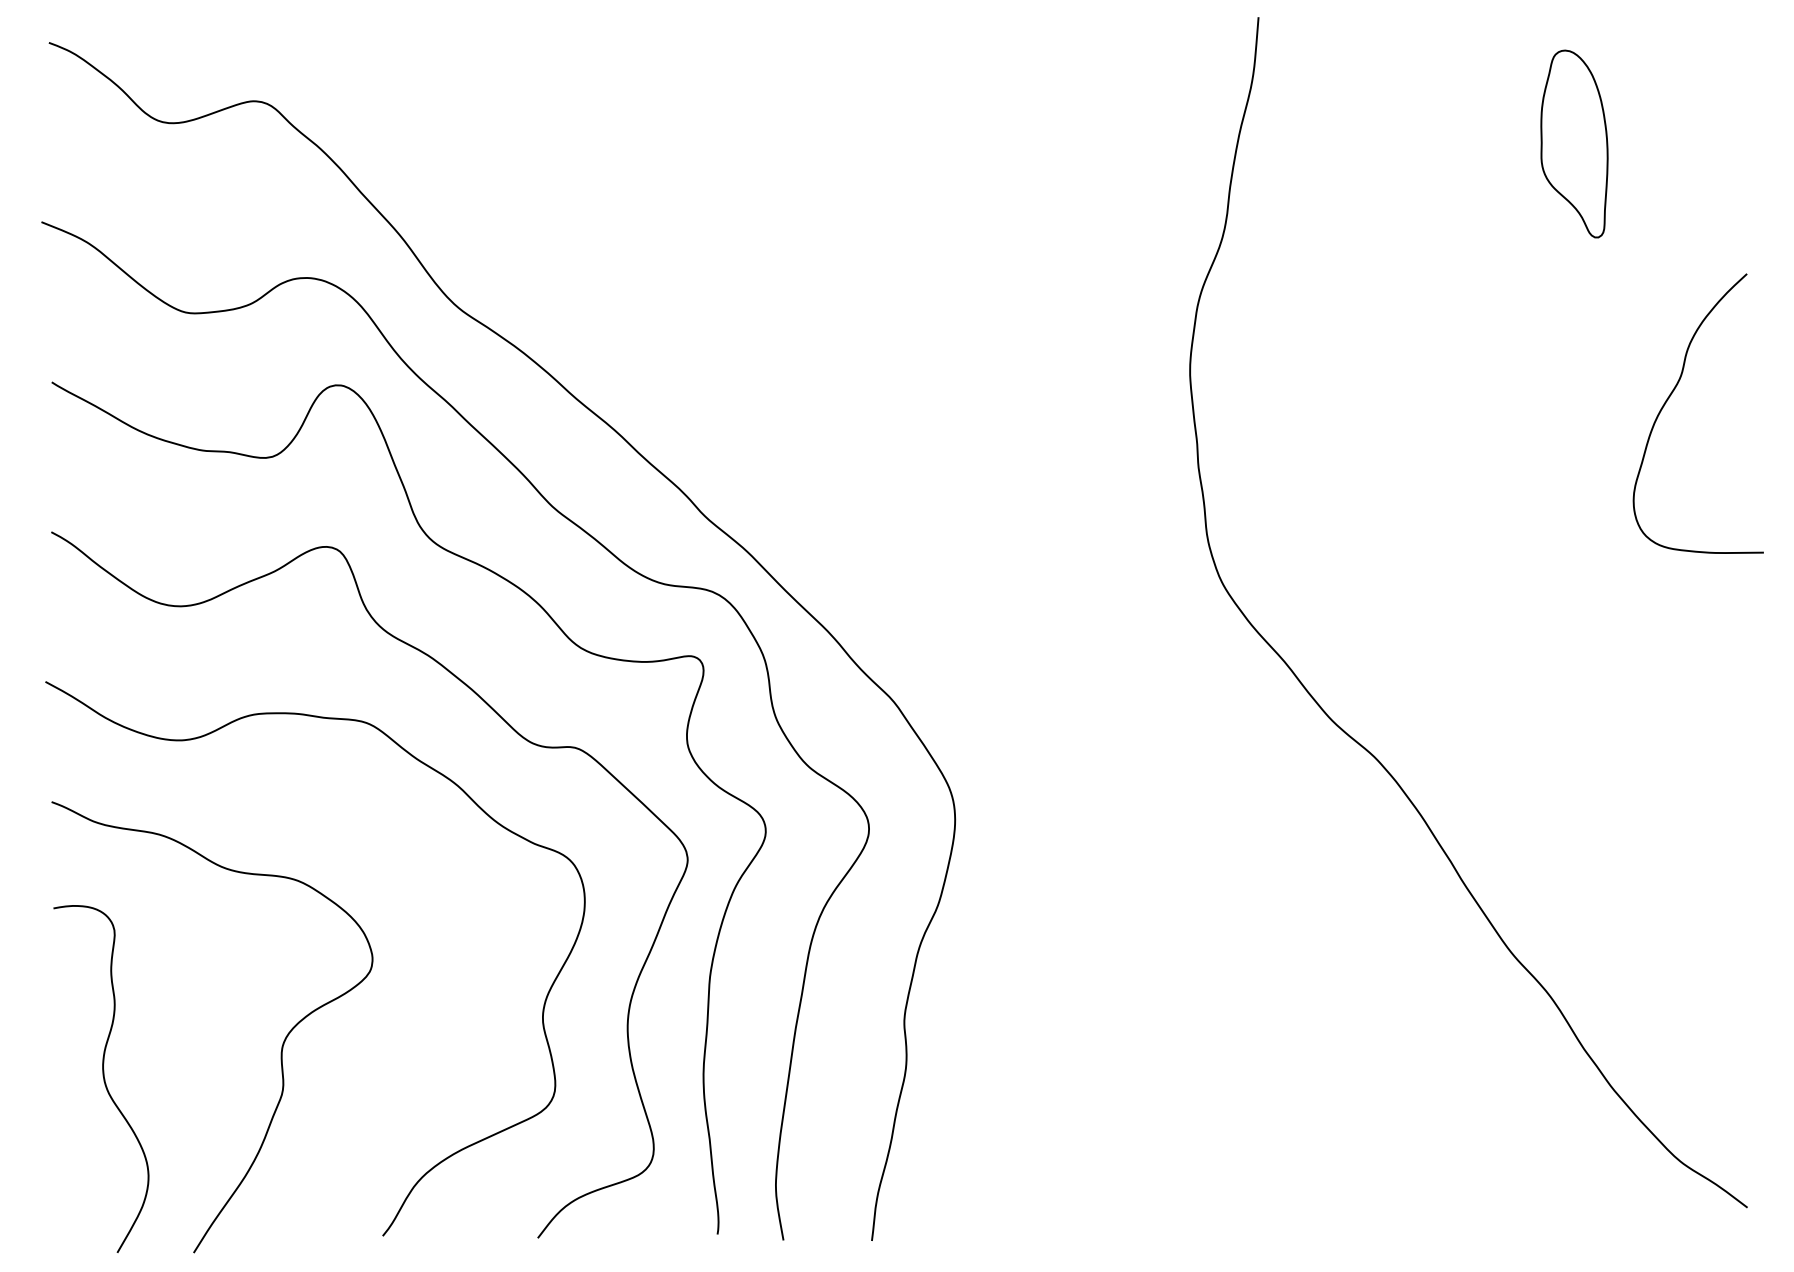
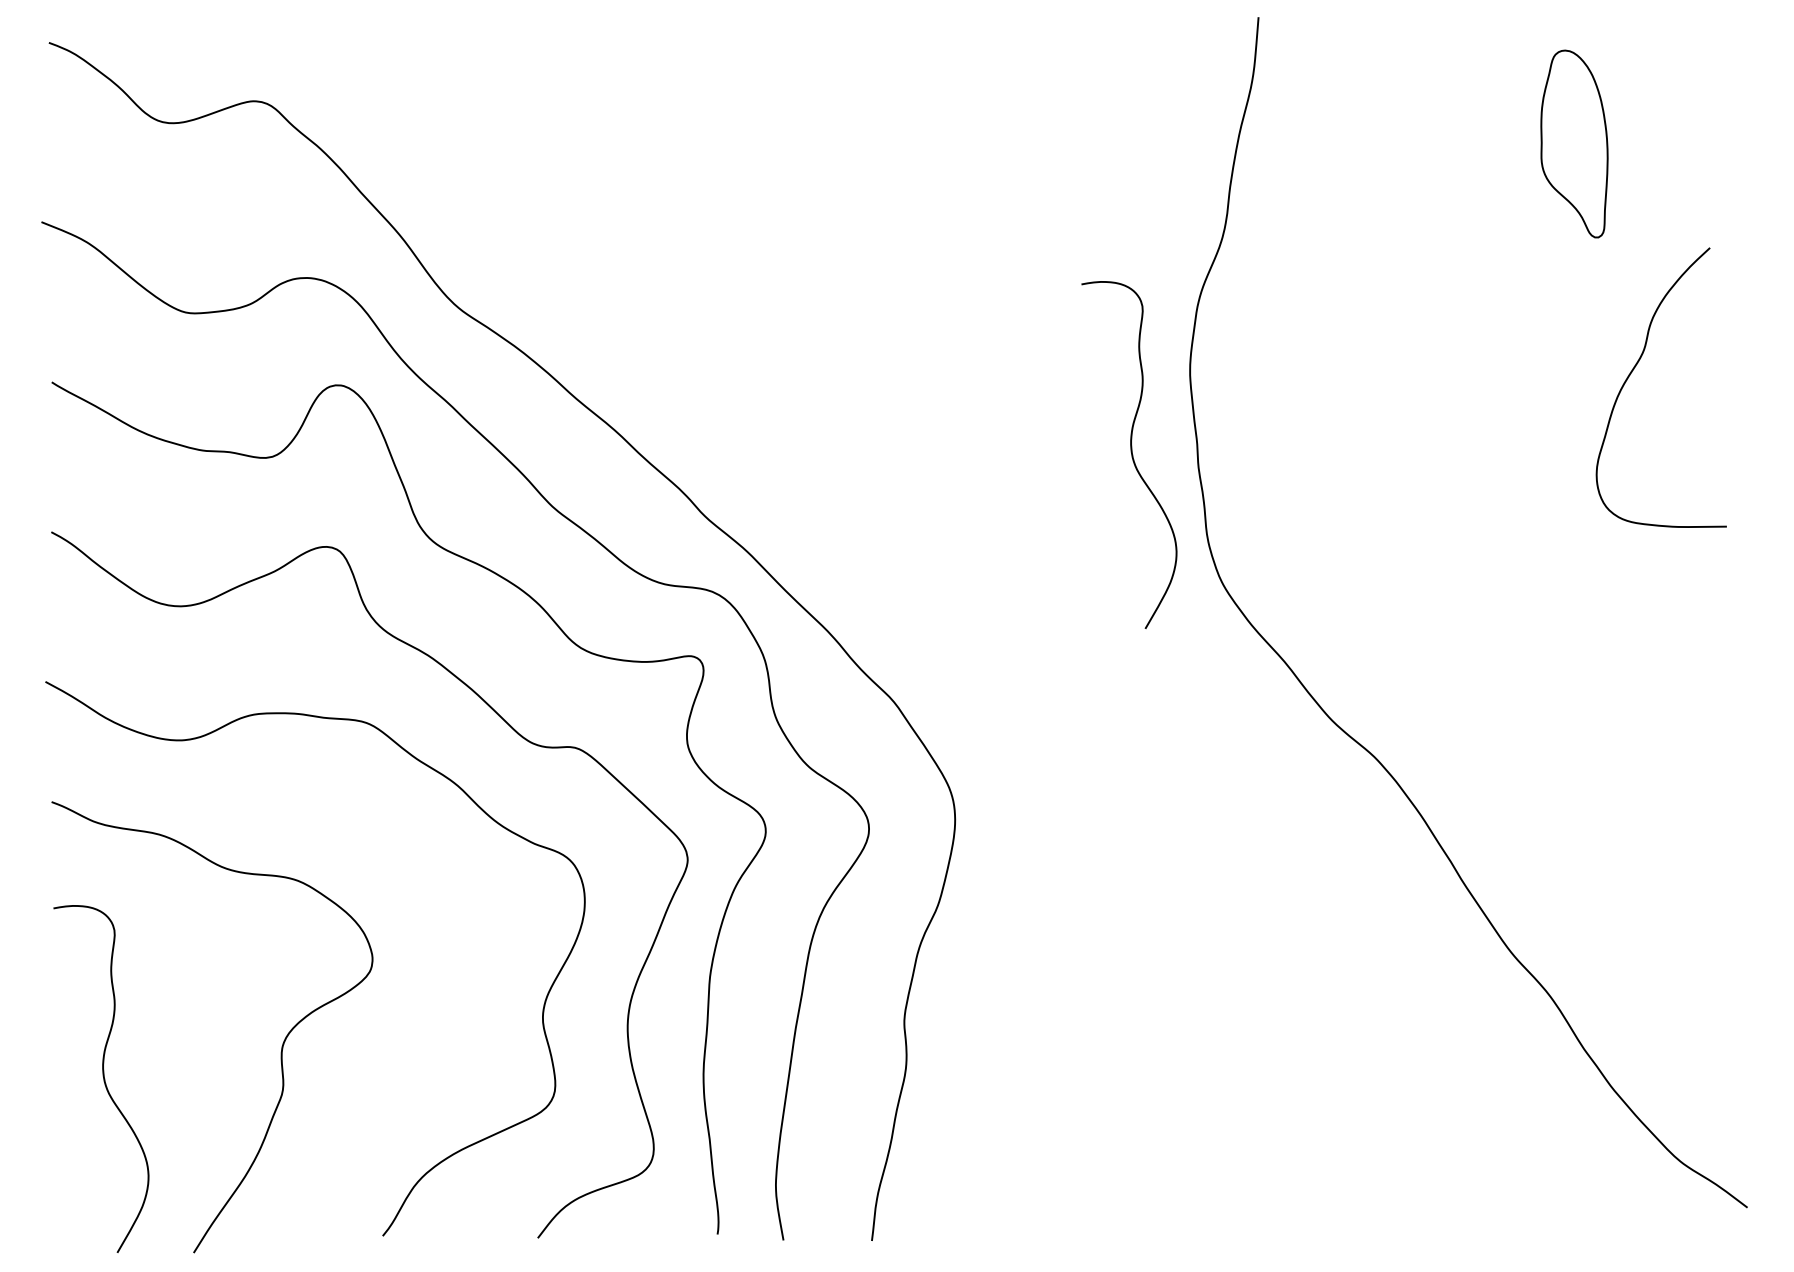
curve at (1671, 395) position: (1671, 395) -> (1634, 369)
curve at (1131, 454): none -> present
